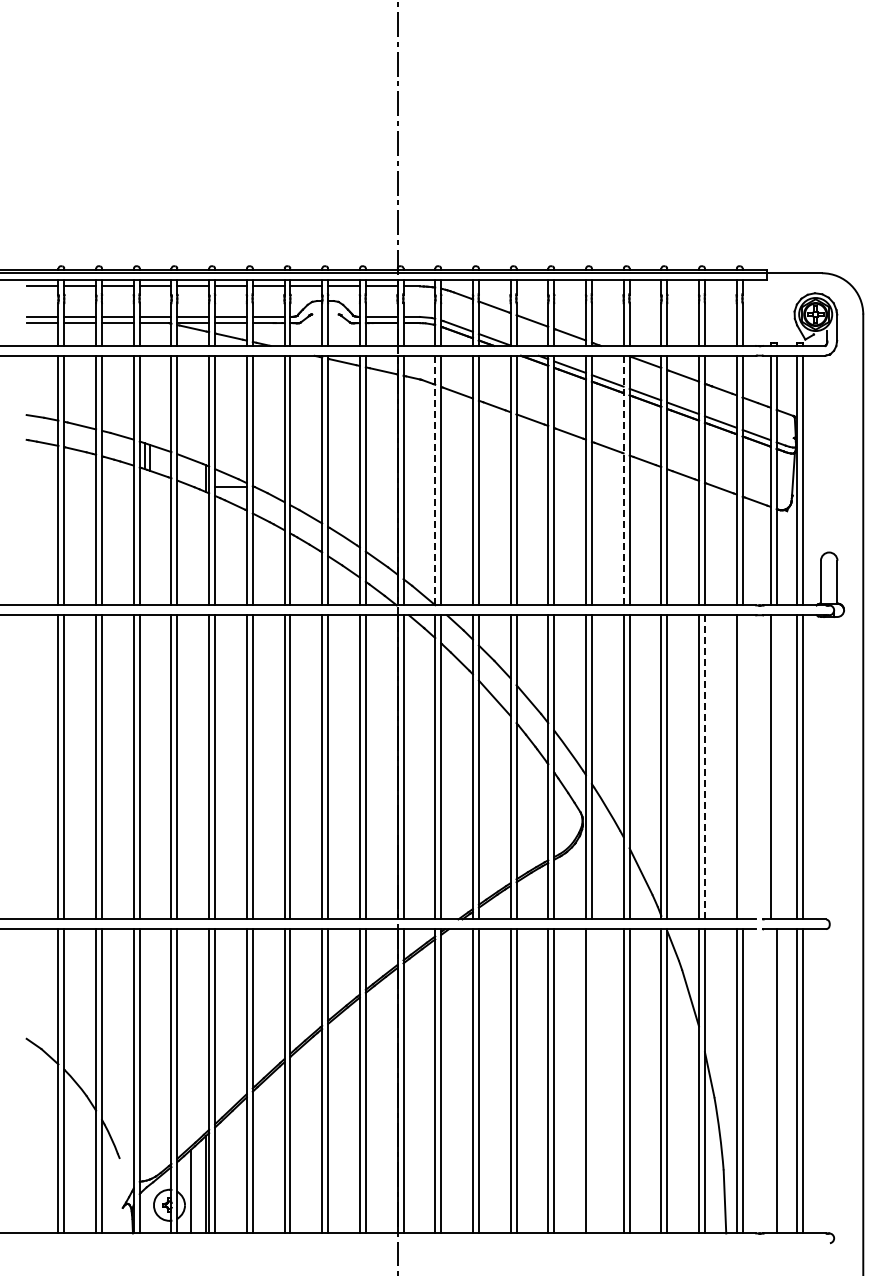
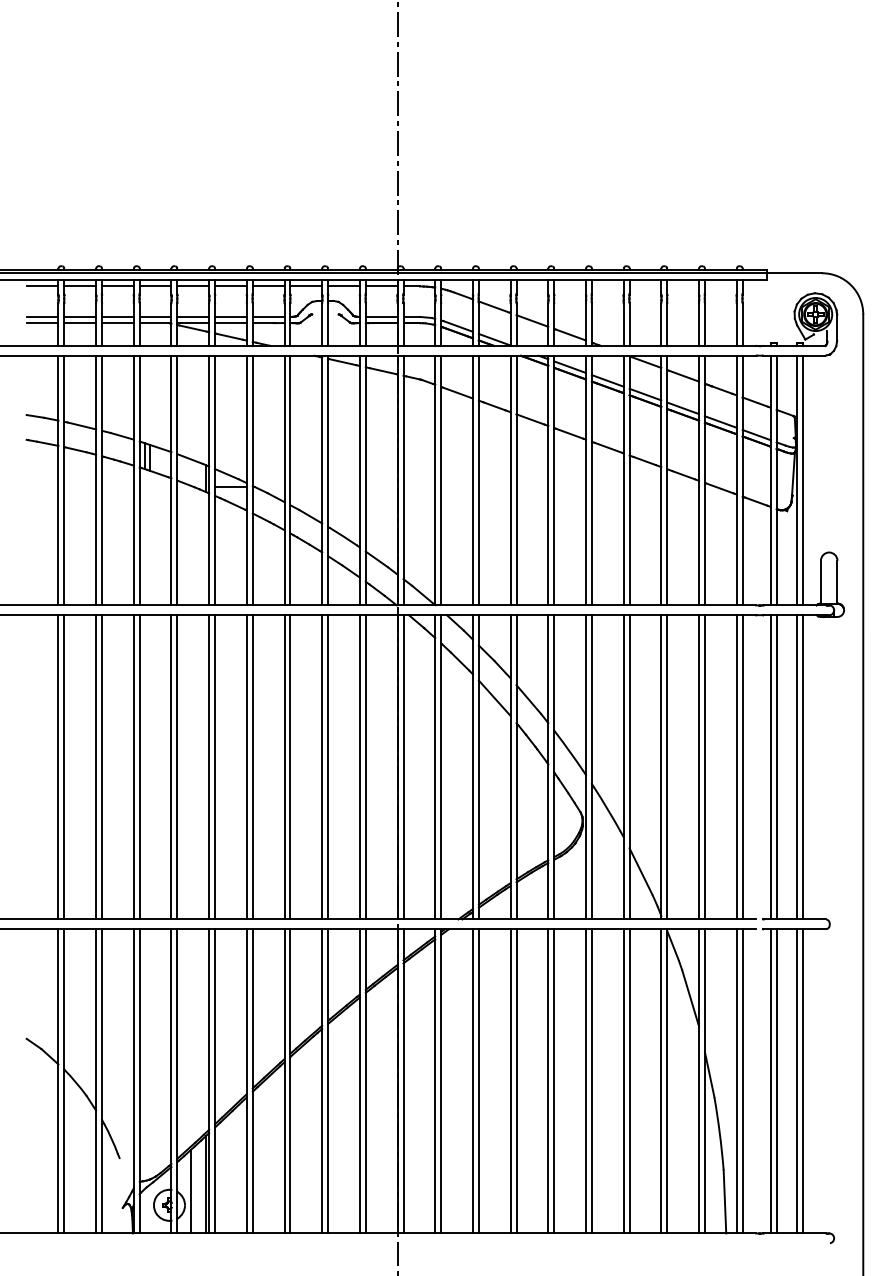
line at (435, 480): dashed -> solid
line at (623, 480): dashed -> solid
line at (704, 766): dashed -> solid
line at (742, 767): none -> present
line at (776, 767): none -> present
line at (591, 1081): none -> present
line at (770, 1081): none -> present
